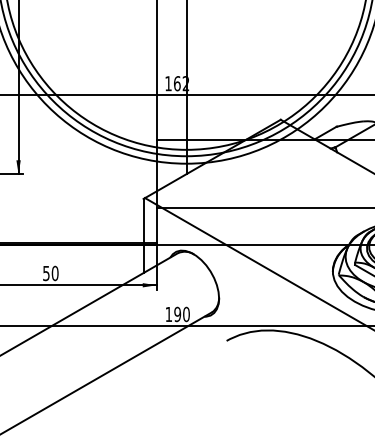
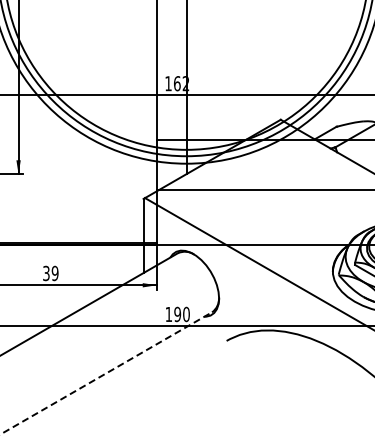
line at (263, 208) position: (263, 208) -> (263, 190)
text at (50, 273): 50 -> 39
line at (106, 373): solid -> dashed
